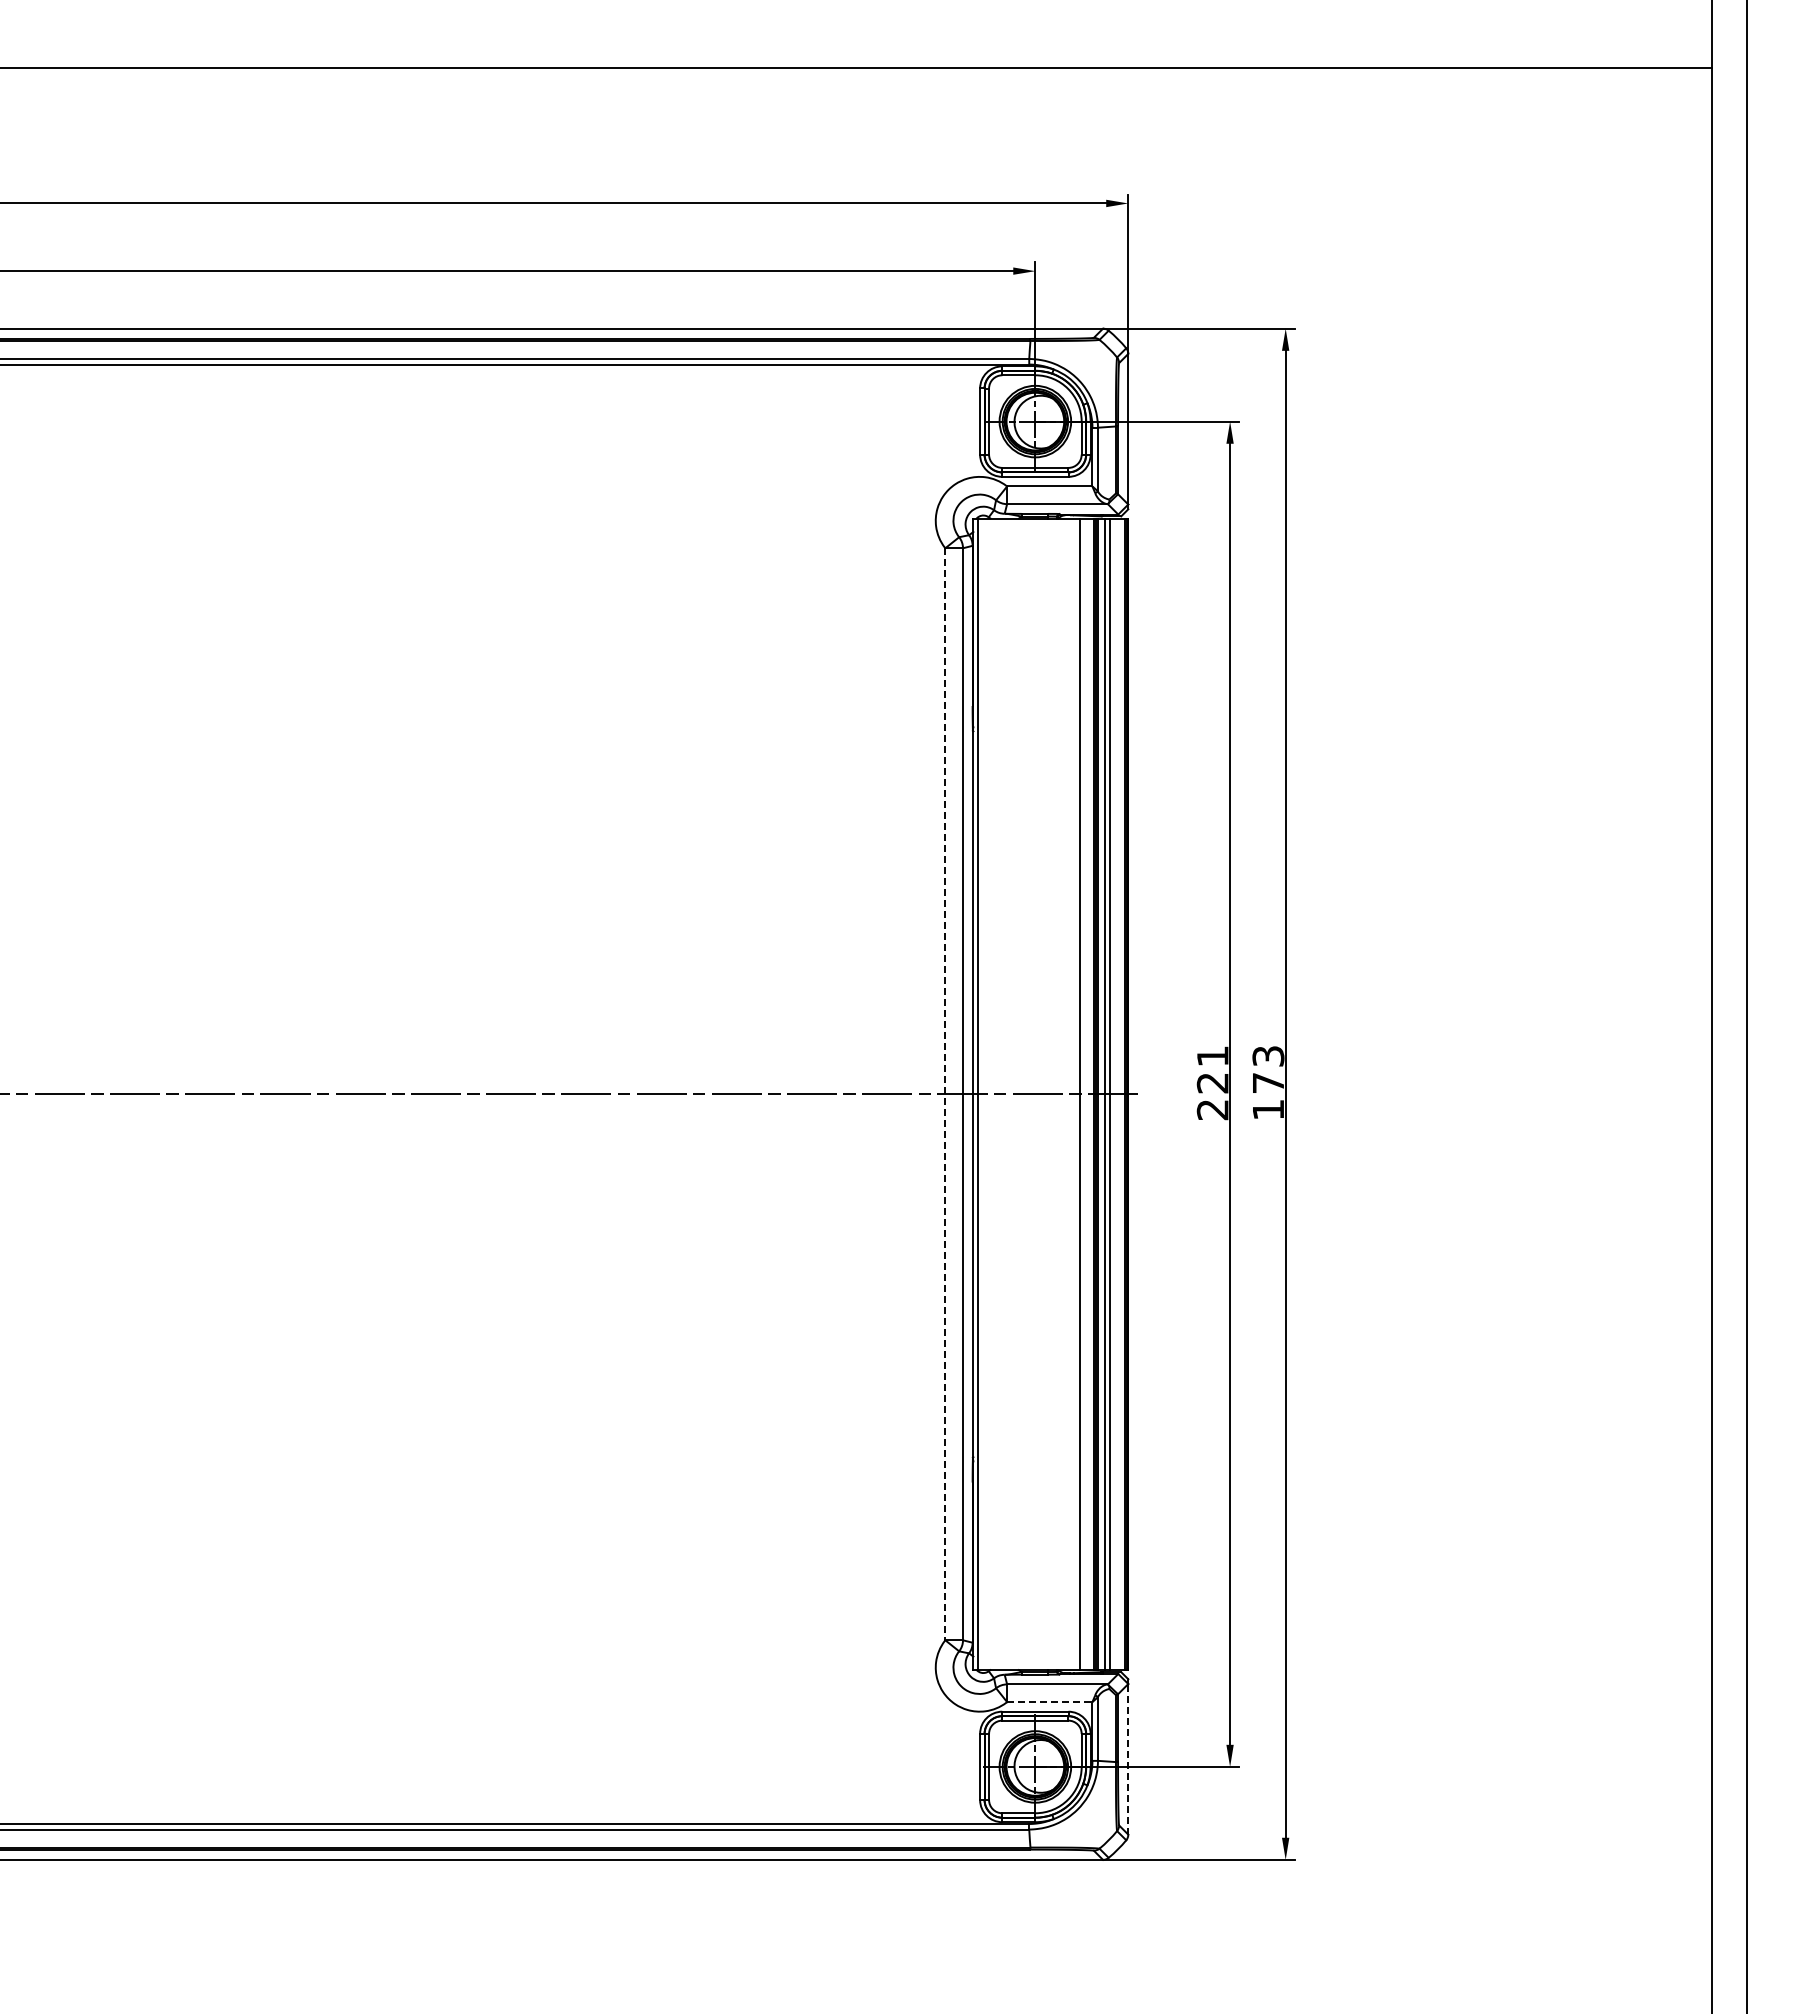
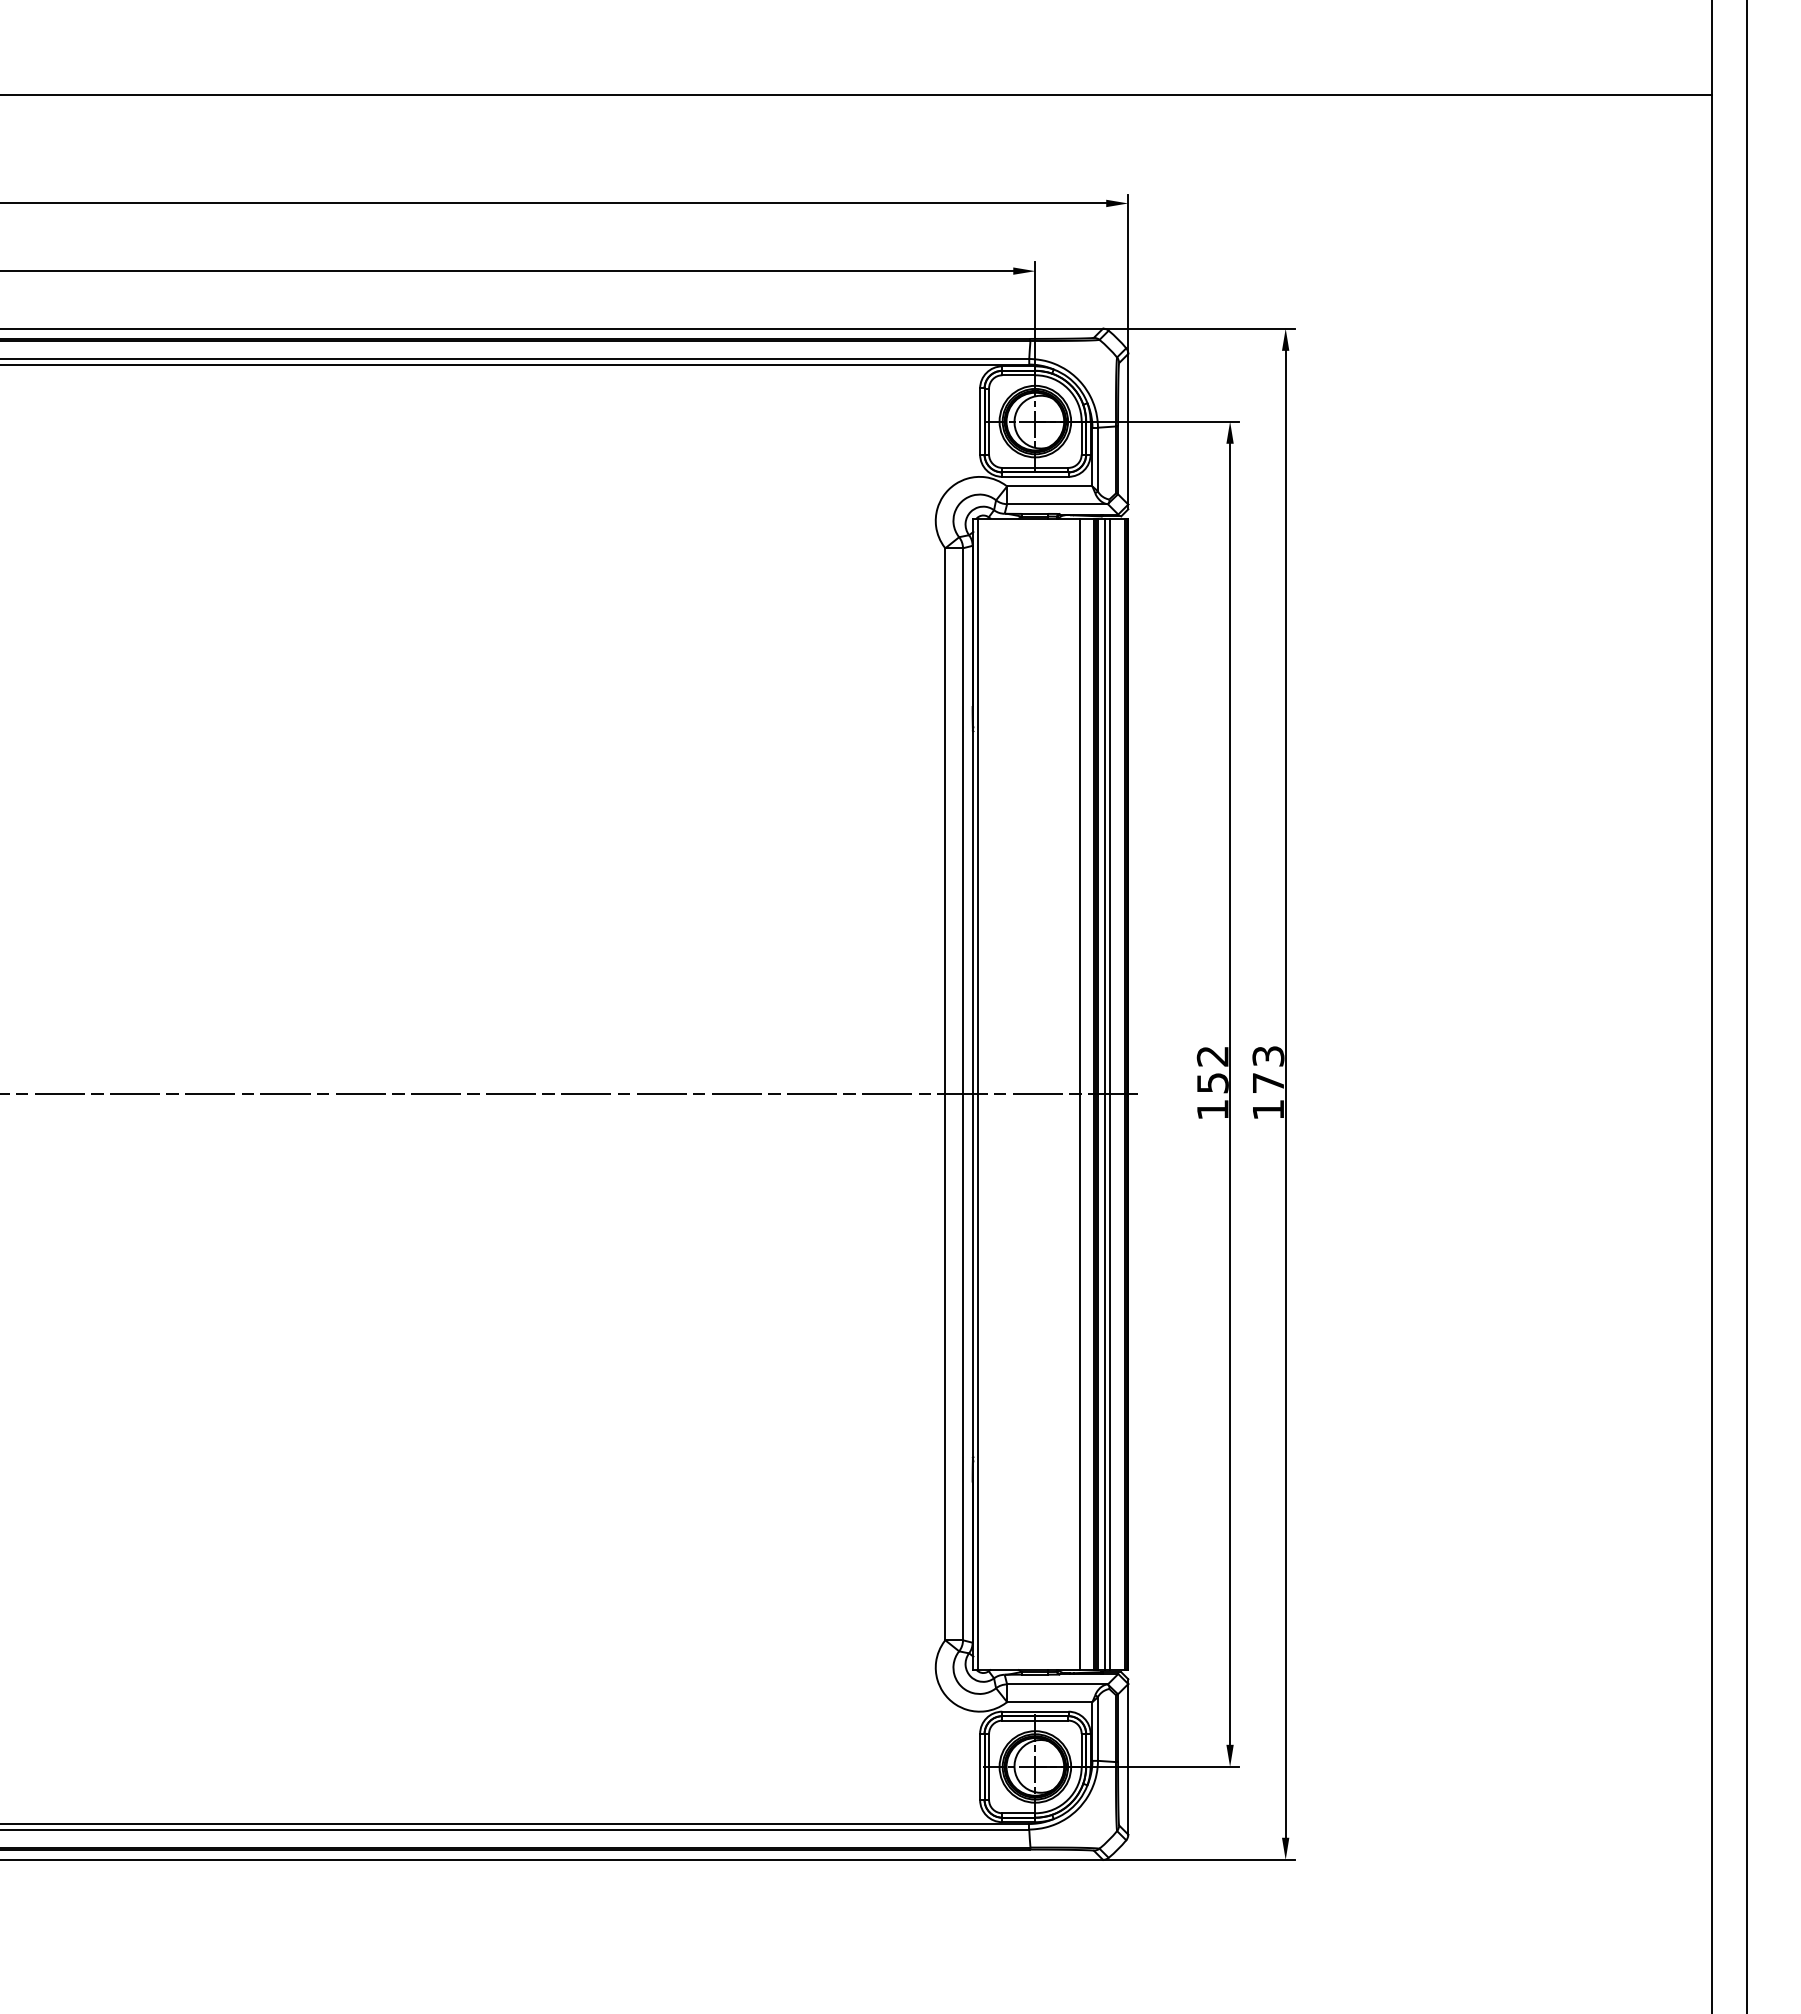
line at (856, 67) position: (856, 67) -> (856, 94)
text at (1212, 1083): 221 -> 152
line at (945, 1094): dashed -> solid
line at (1049, 1702): dashed -> solid
line at (1128, 1758): dashed -> solid
